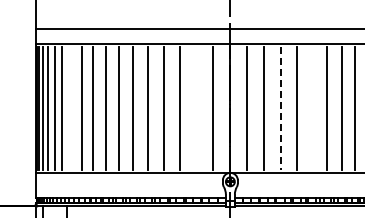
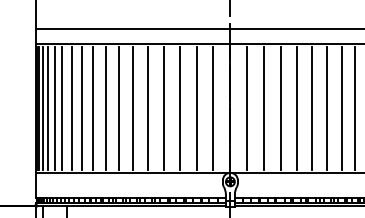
line at (71, 108): none -> present
line at (196, 108): none -> present
line at (312, 108): none -> present
line at (280, 109): dashed -> solid
